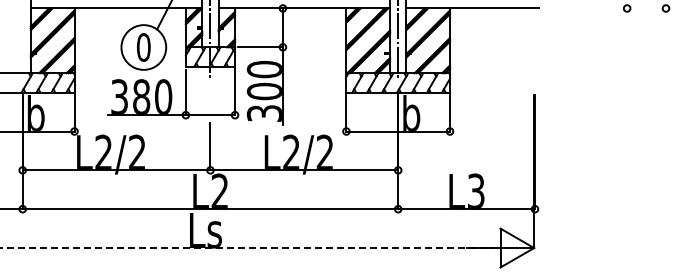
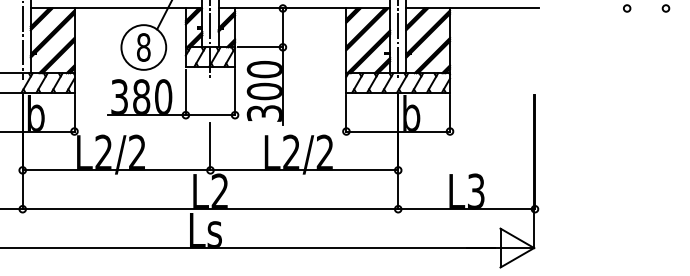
line at (22, 40): none -> present
text at (143, 47): 0 -> 8
line at (248, 248): dashed -> solid
